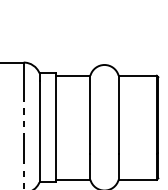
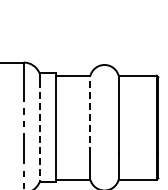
line at (90, 114): solid -> dashed
line at (39, 131): solid -> dashed
